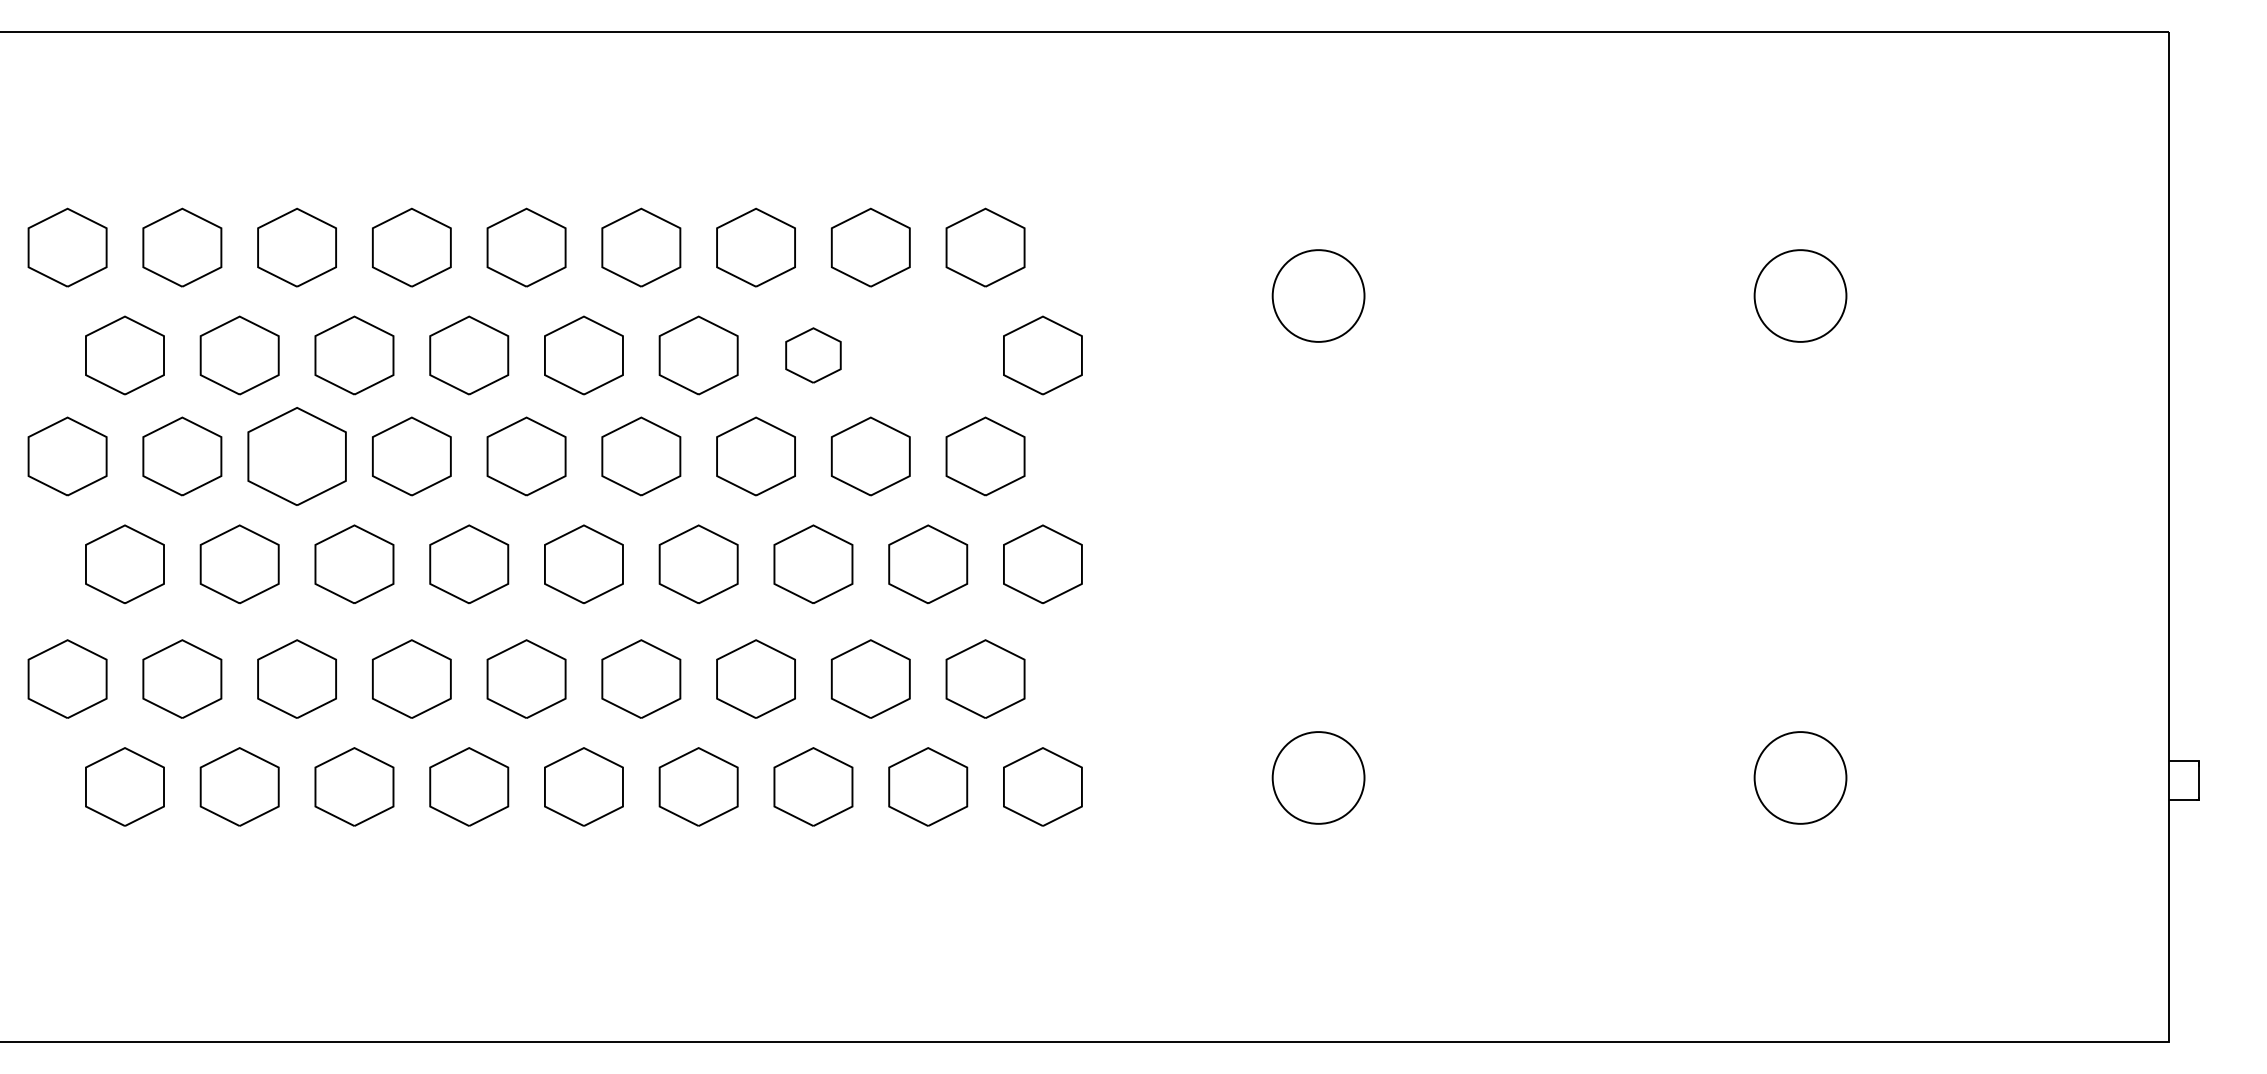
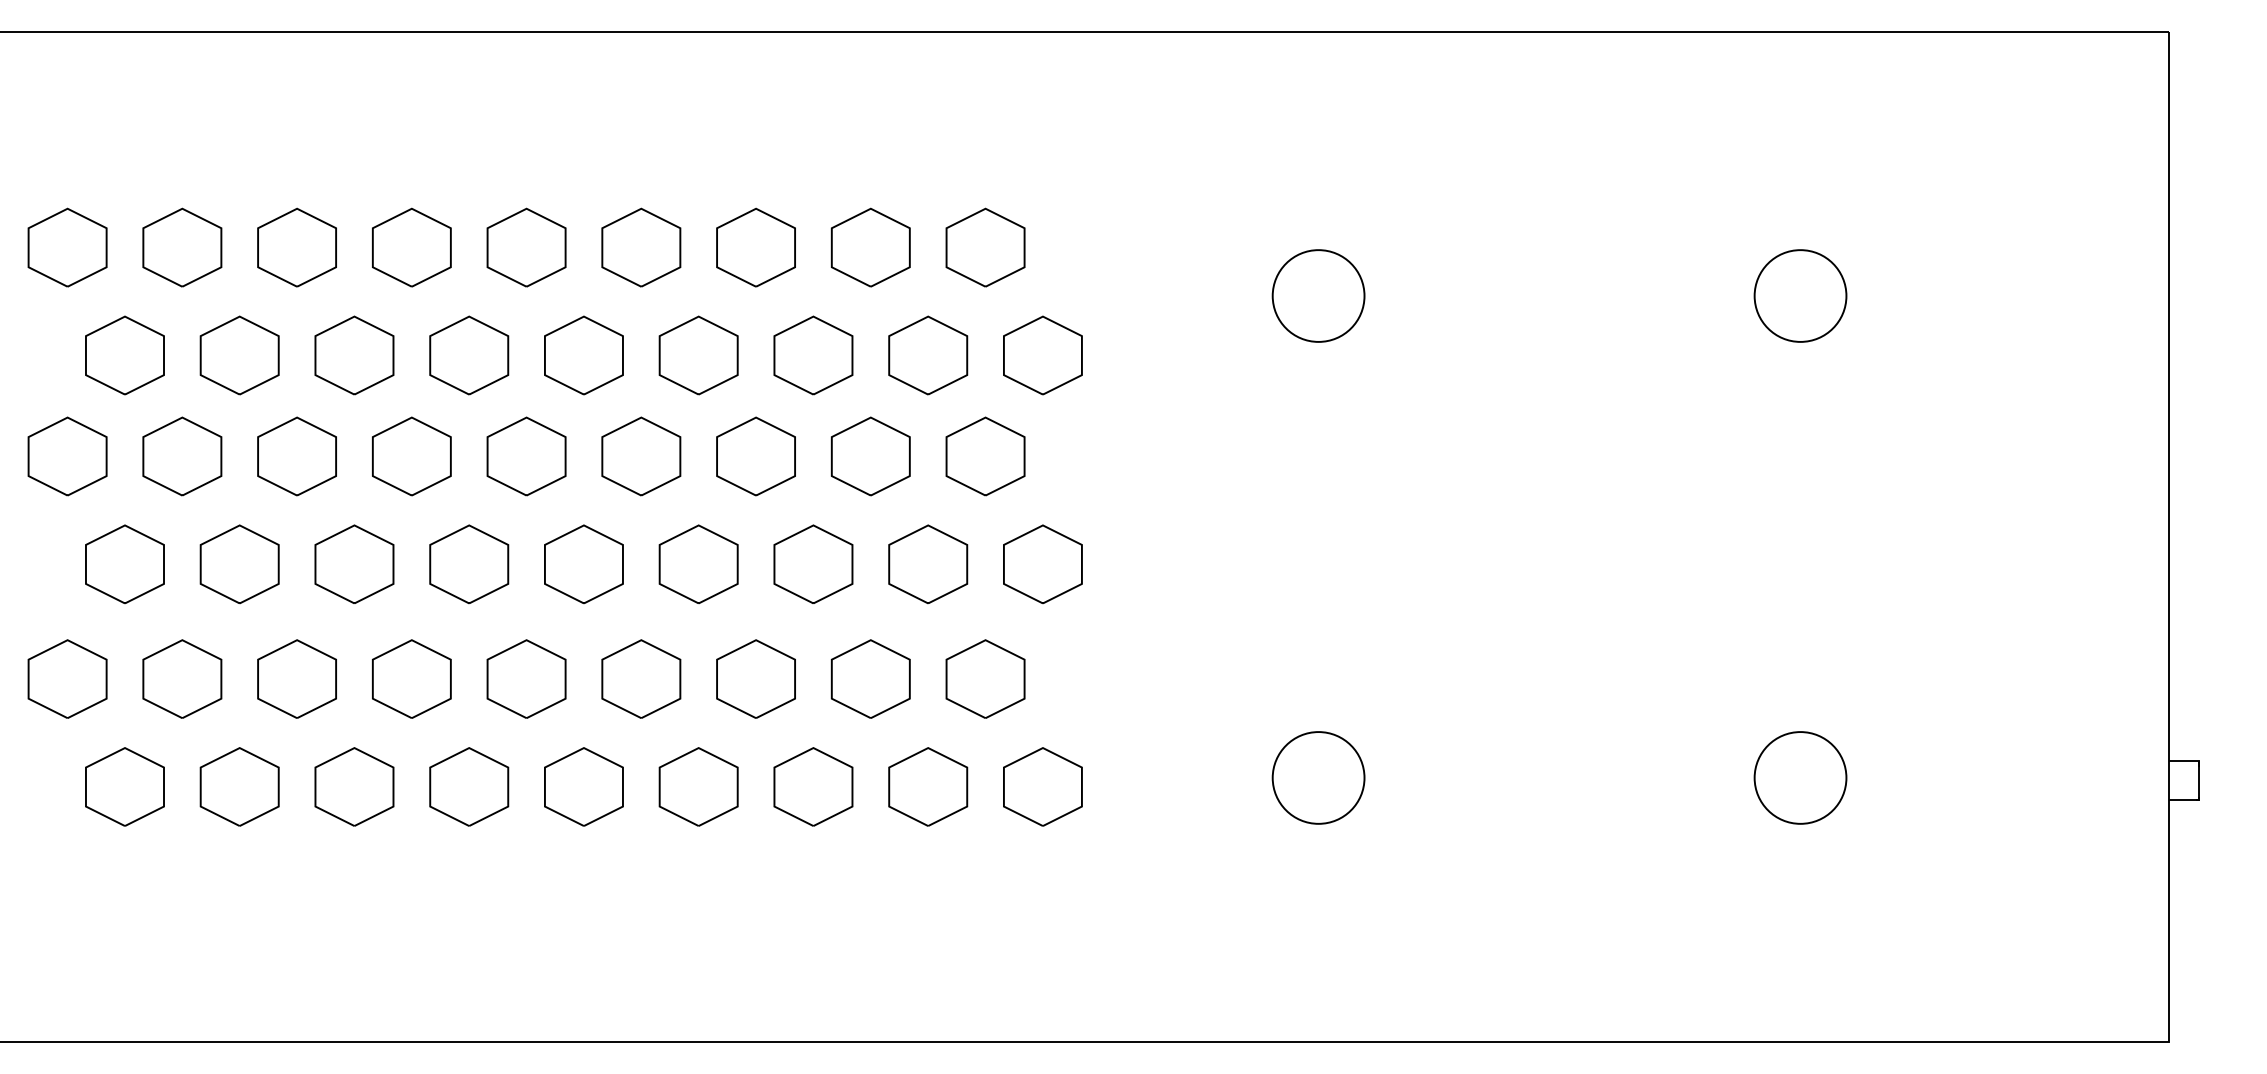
part at (813, 355) size: 57x57 px -> 81x81 px
part at (928, 355): none -> present
part at (296, 456) size: 100x99 px -> 80x81 px
